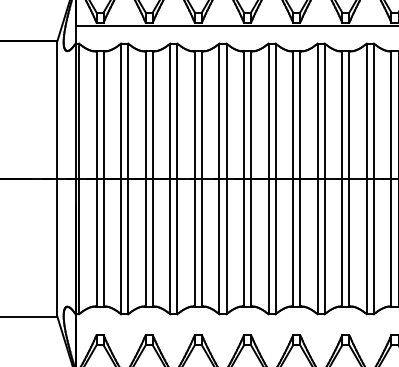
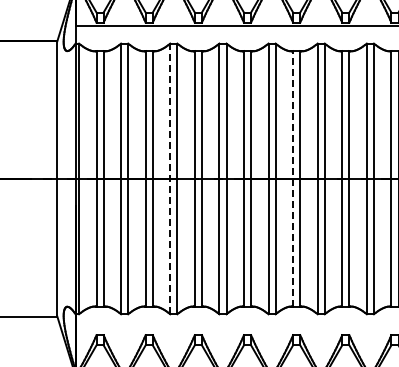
line at (170, 178): solid -> dashed
line at (293, 178): solid -> dashed
